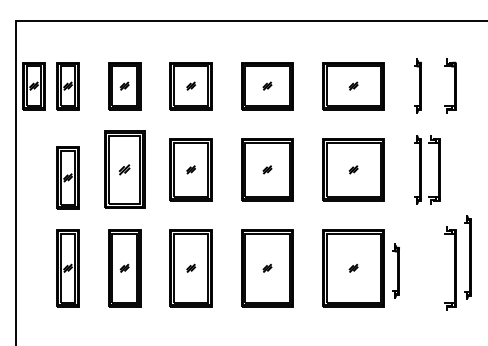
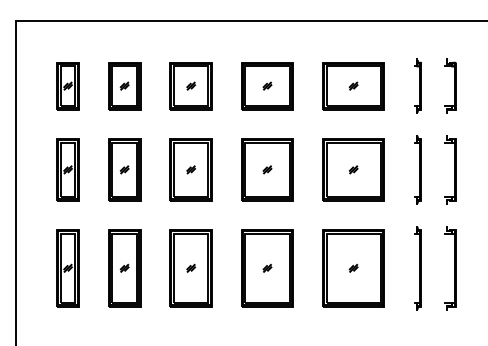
part at (33, 86): present -> none
part at (124, 169) size: 42x79 px -> 34x64 px
part at (434, 169) position: (434, 169) -> (450, 169)
part at (67, 177) position: (67, 177) -> (67, 169)
part at (467, 257) position: (467, 257) -> (417, 268)
part at (395, 270): present -> none
